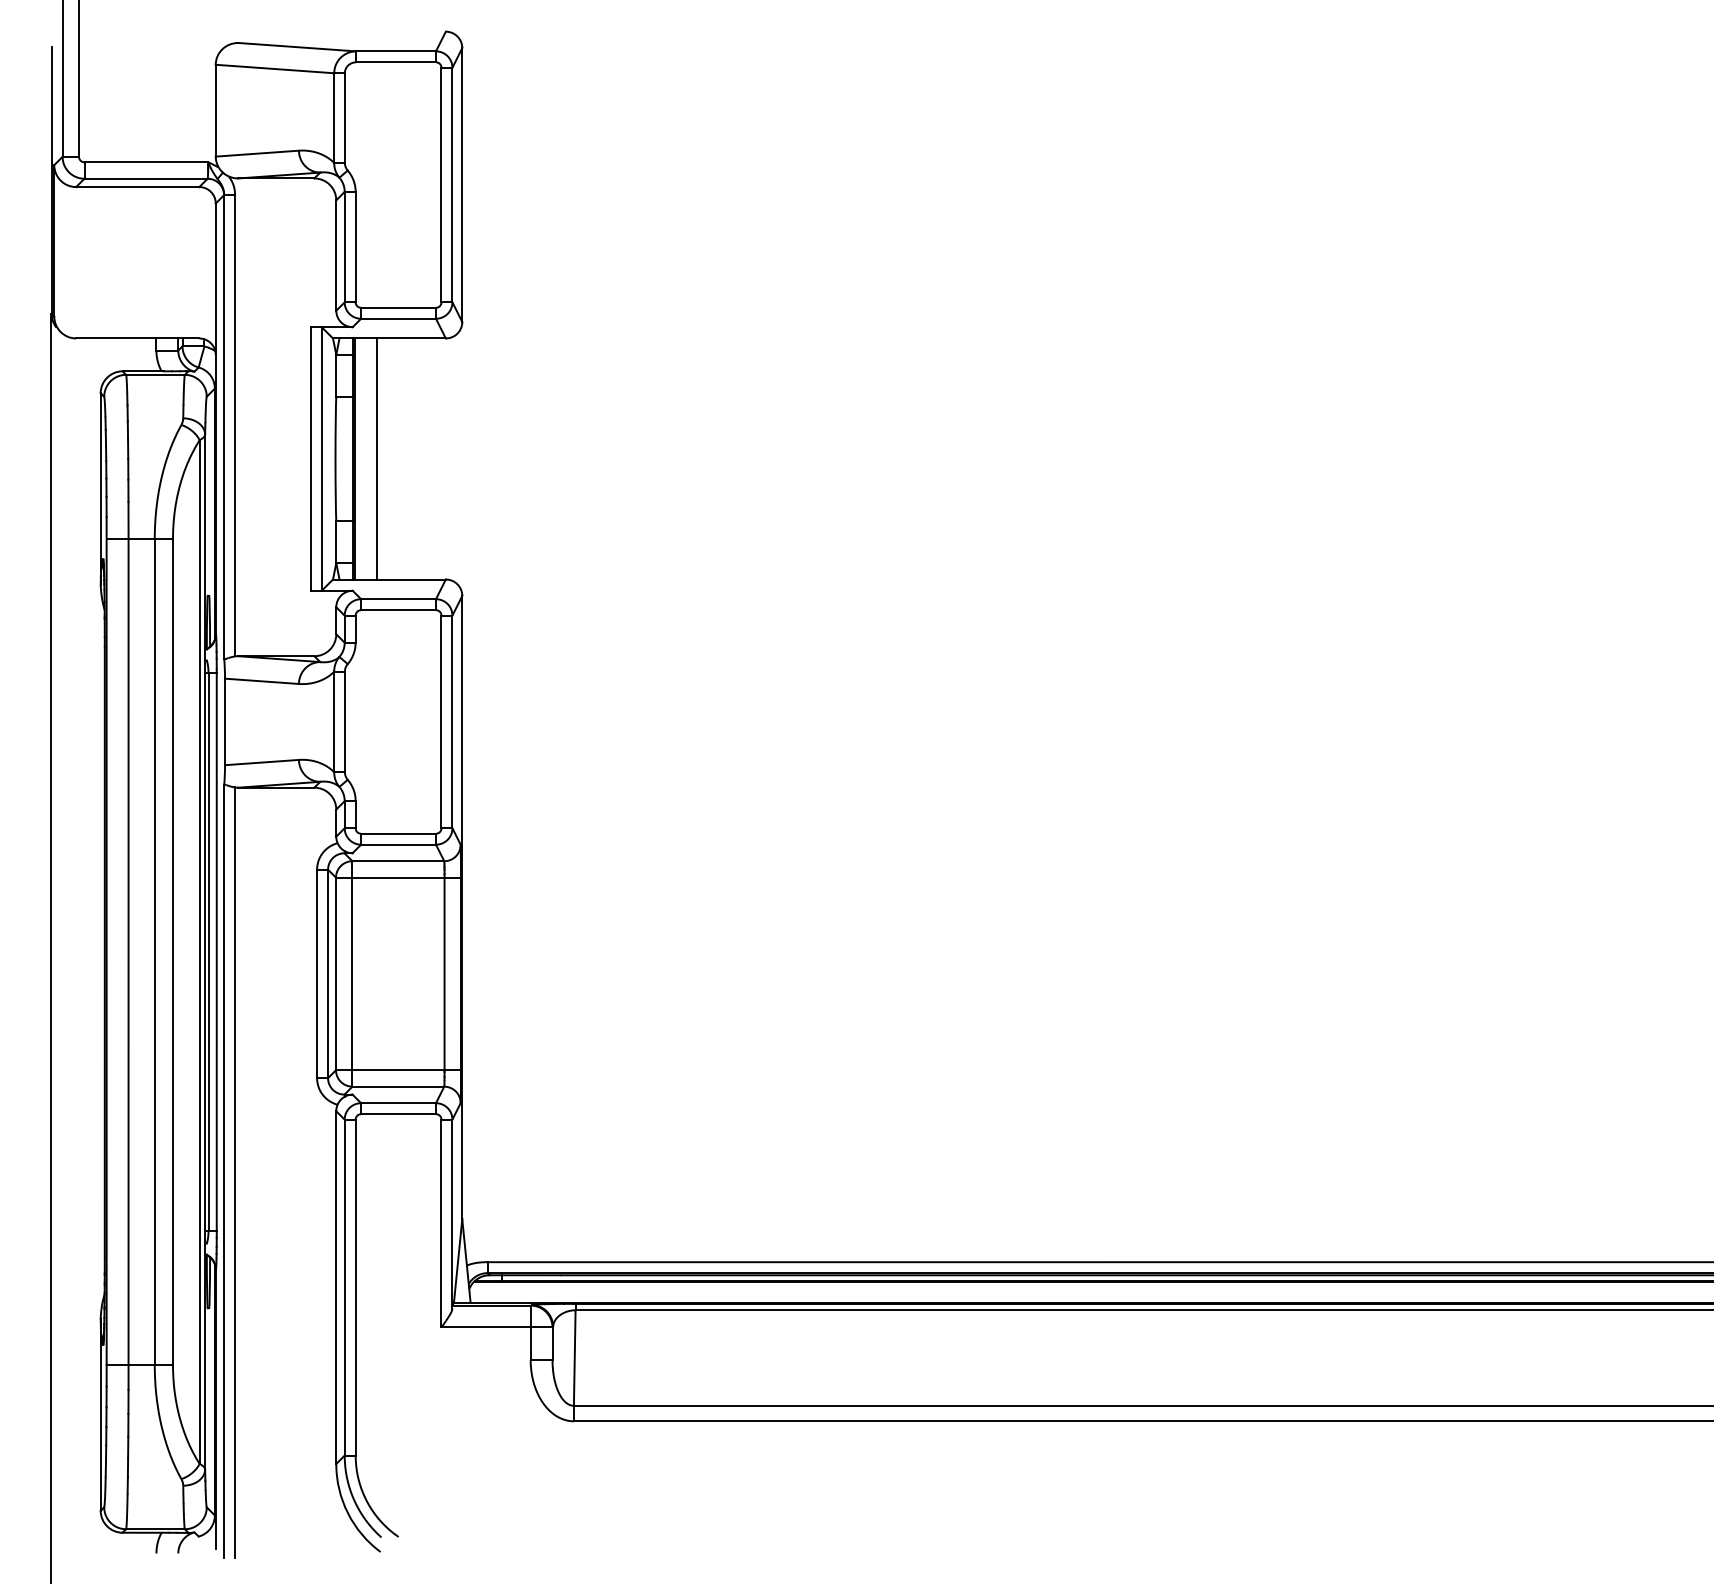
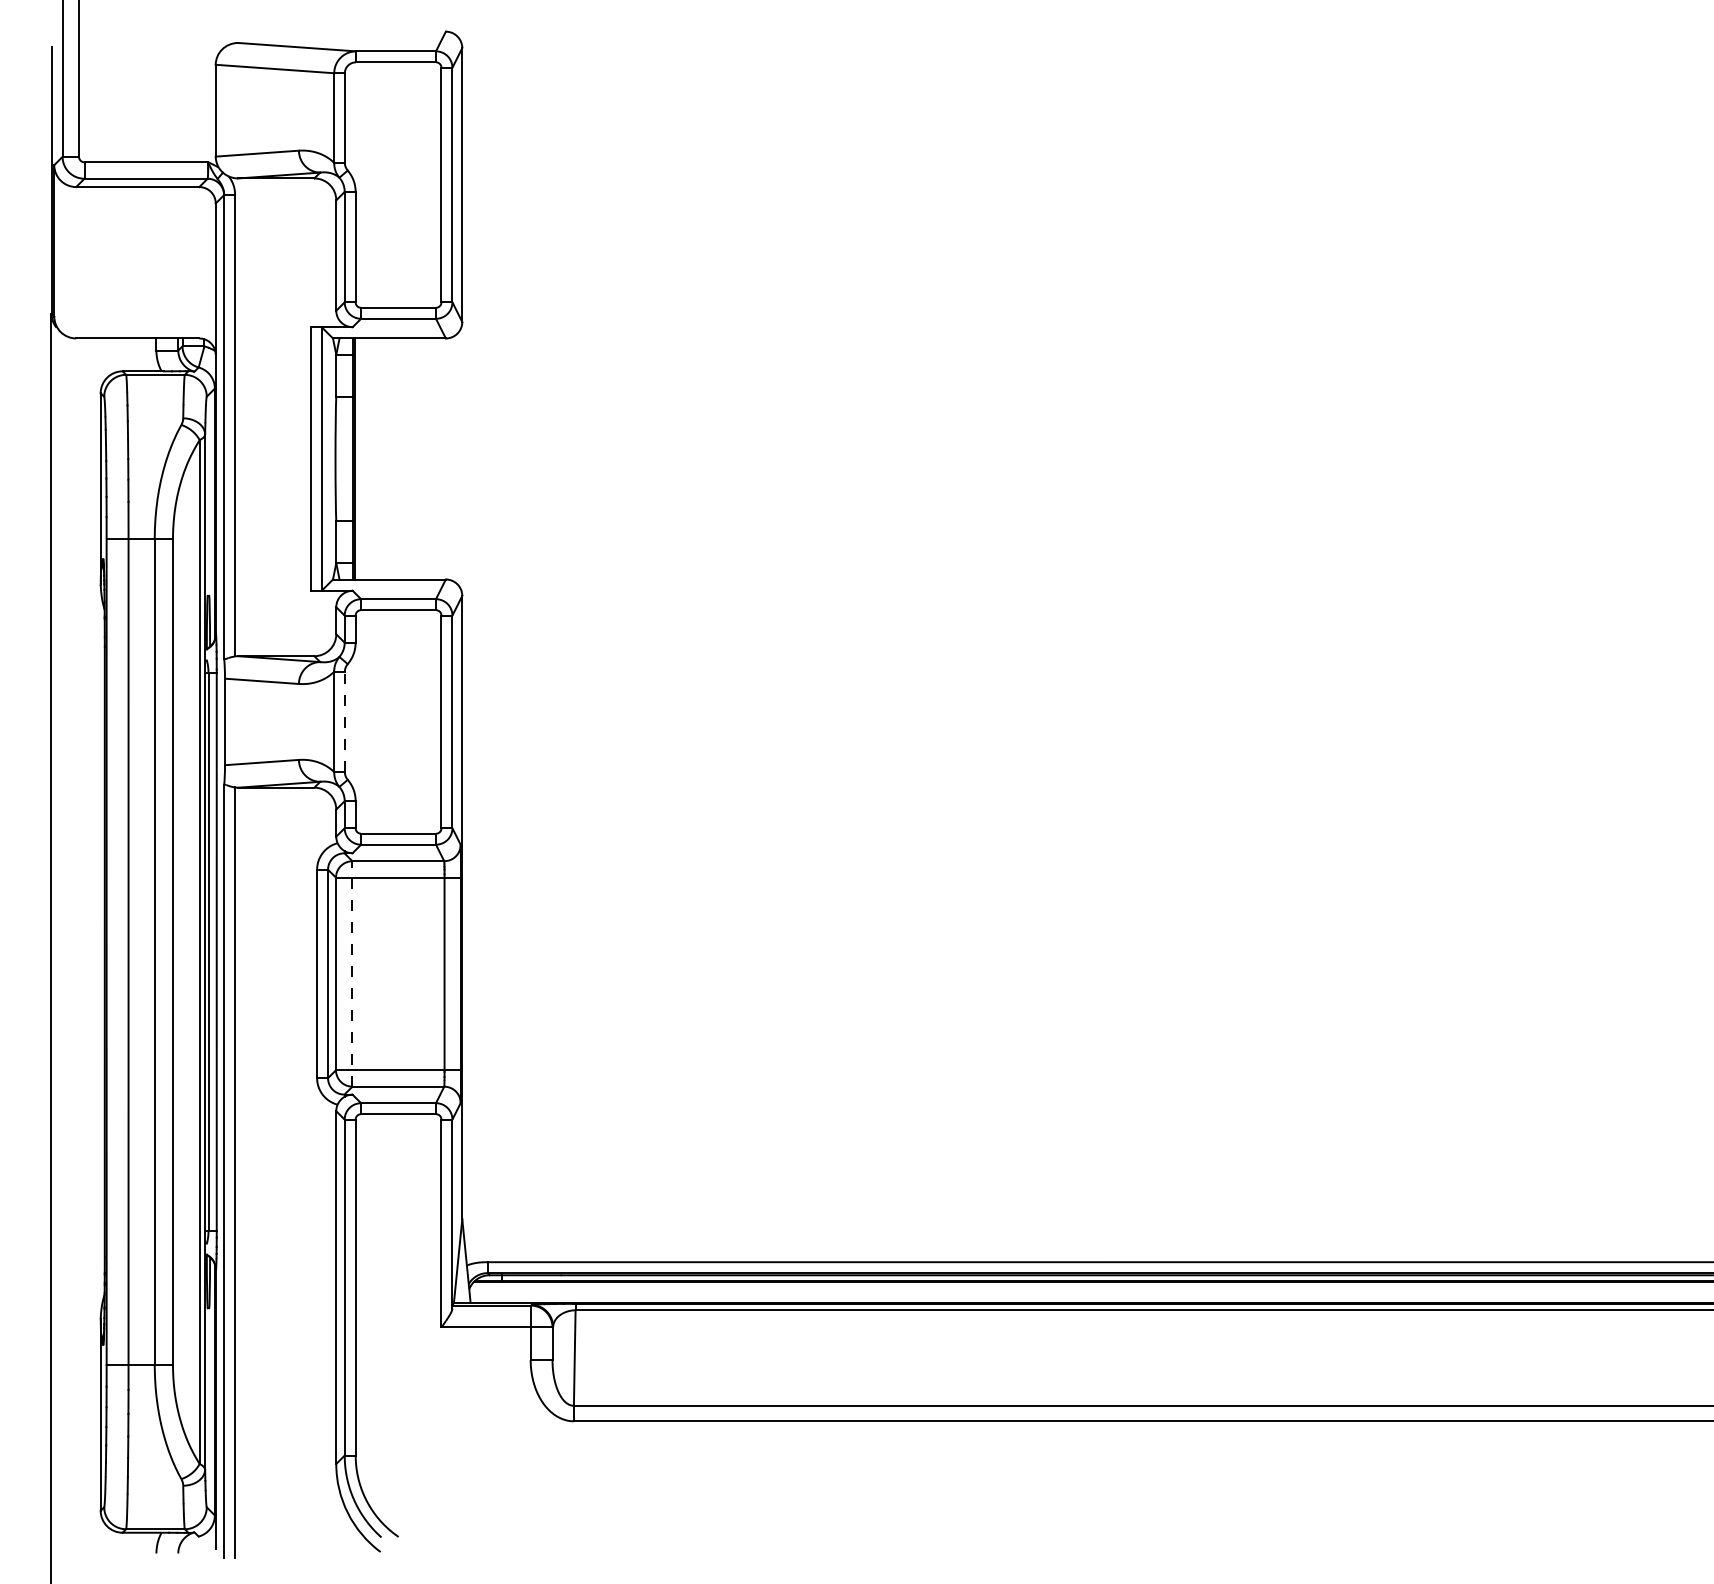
line at (376, 458): present -> none
line at (344, 721): solid -> dashed
line at (352, 973): solid -> dashed
